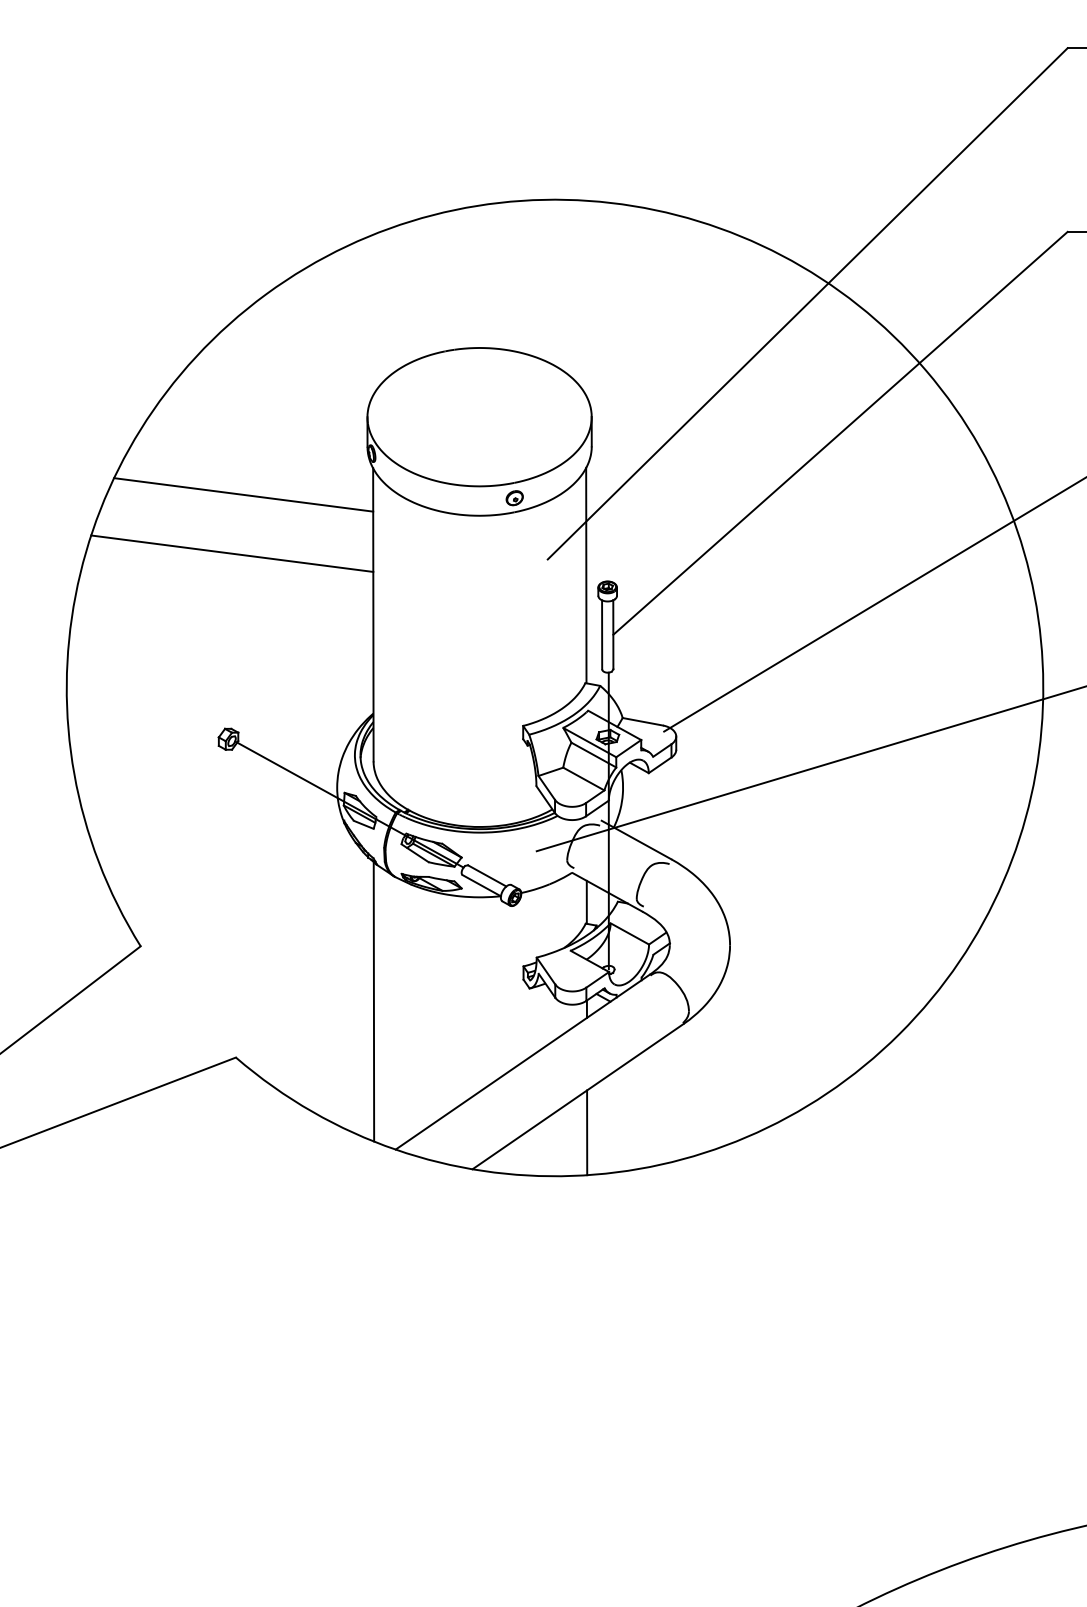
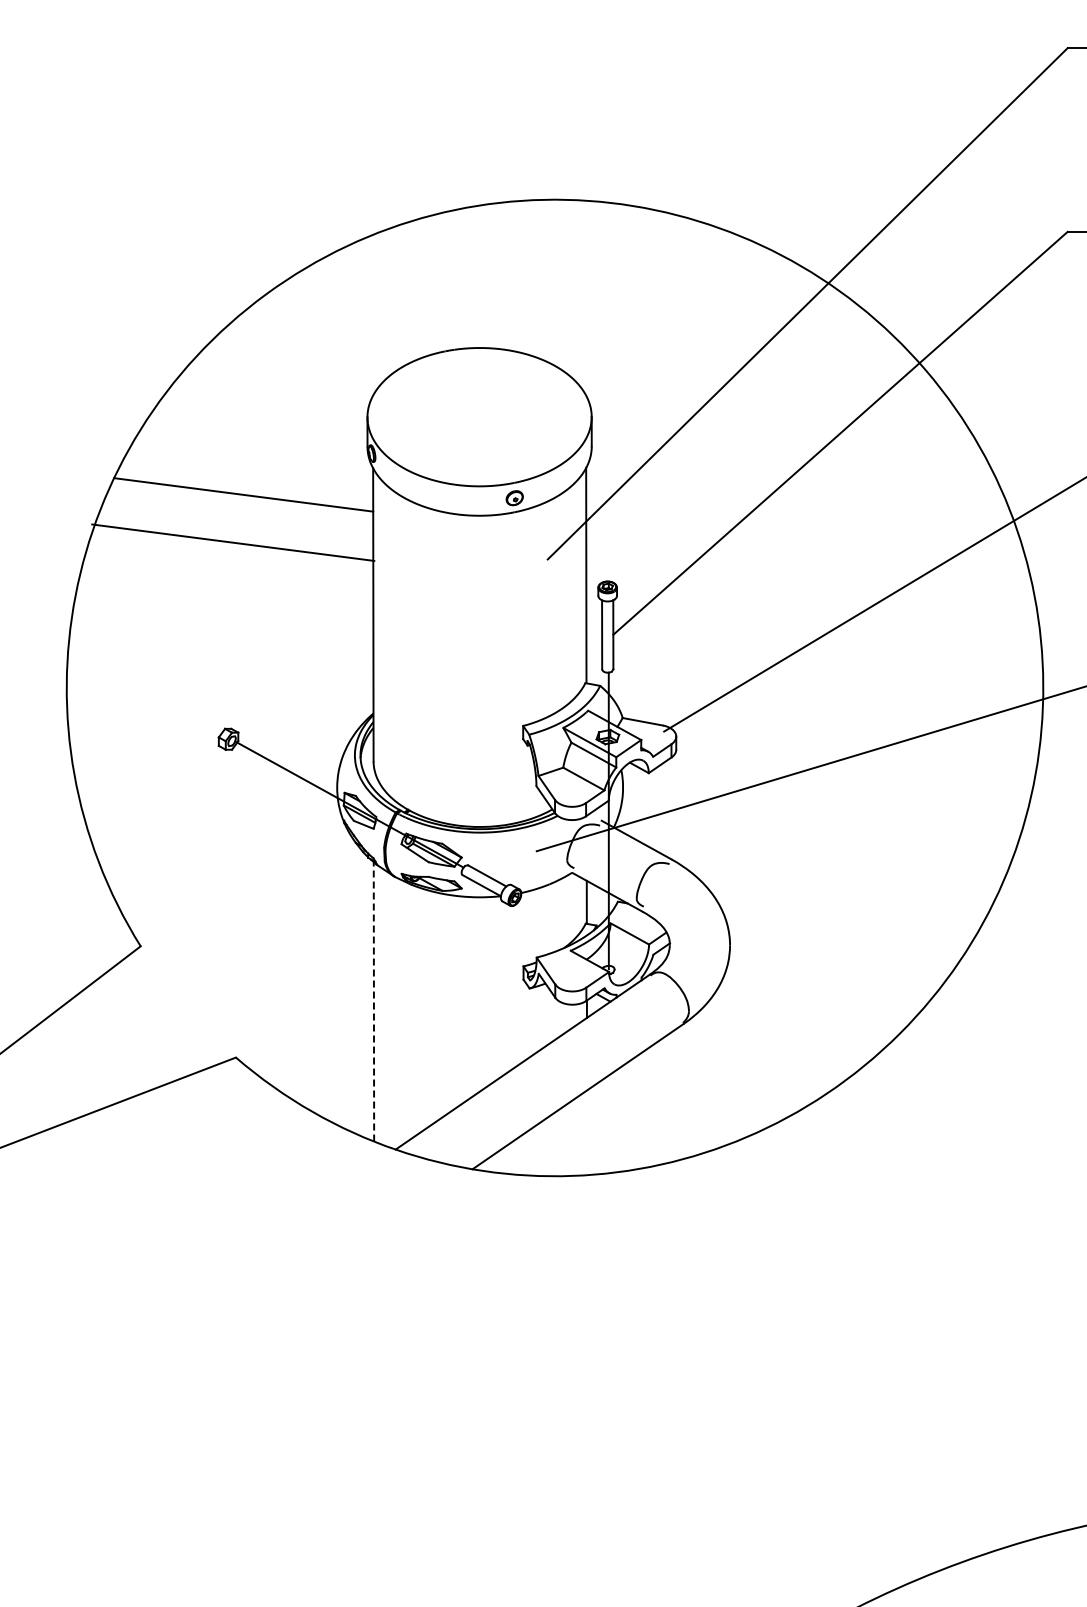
line at (232, 553) position: (232, 553) -> (233, 542)
line at (373, 1001): solid -> dashed
line at (587, 1132): present -> none
